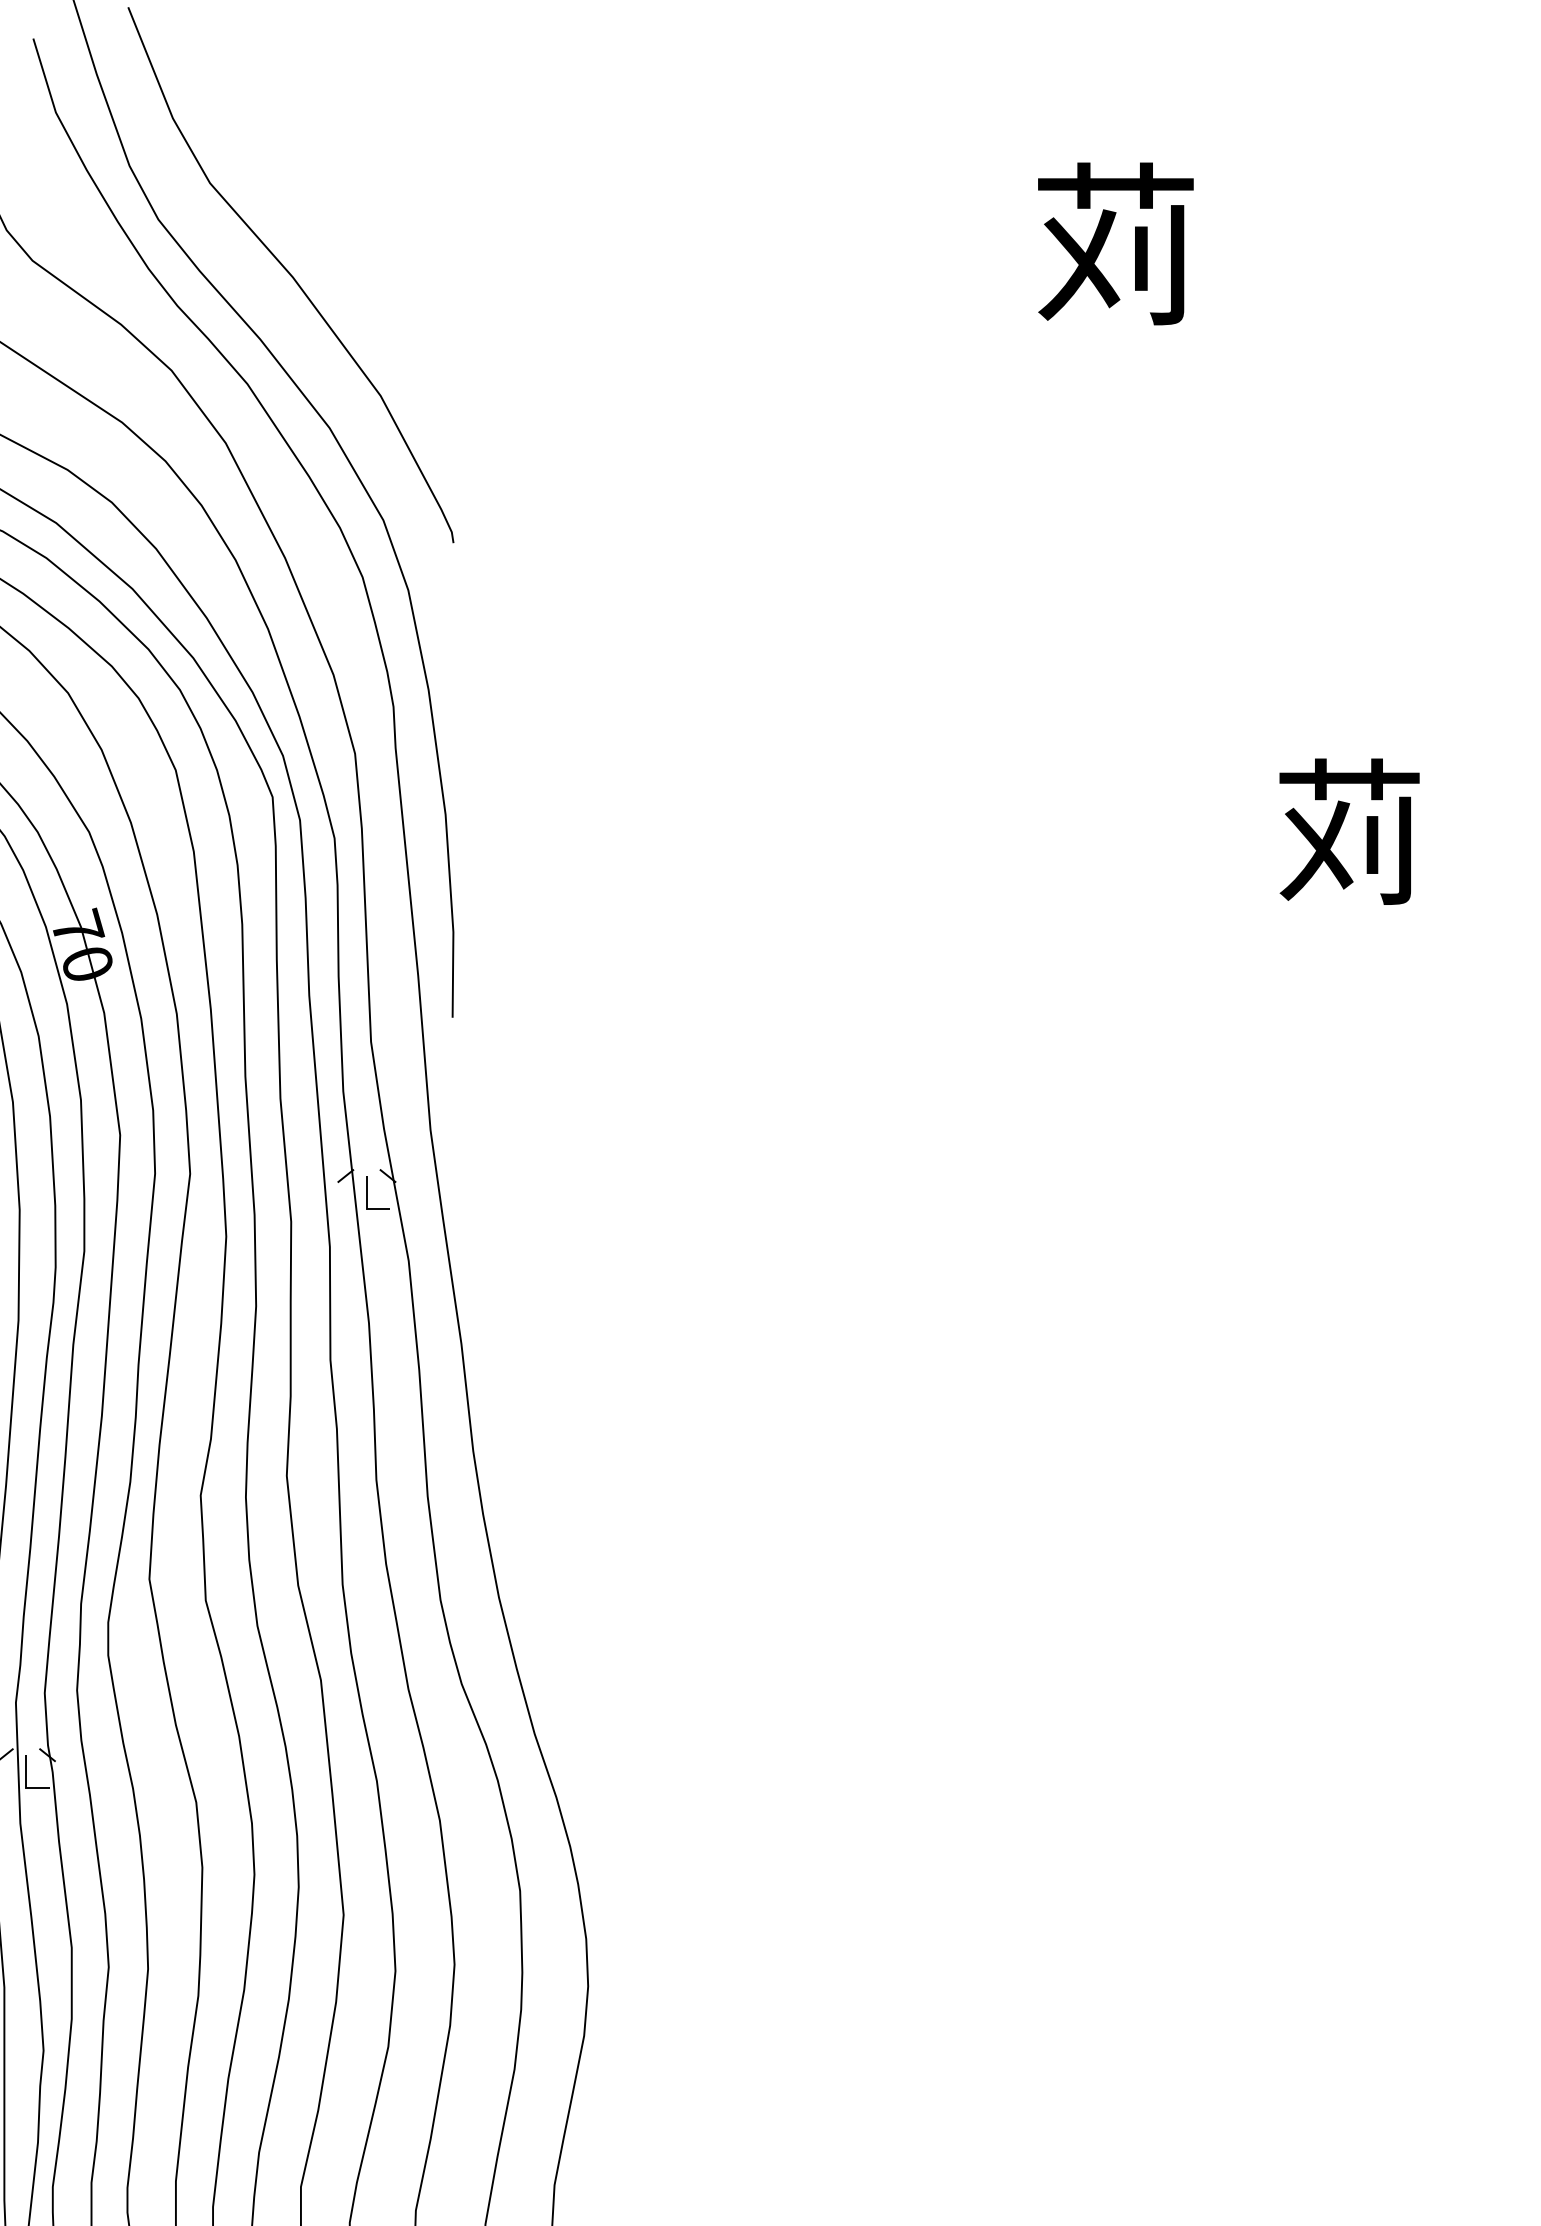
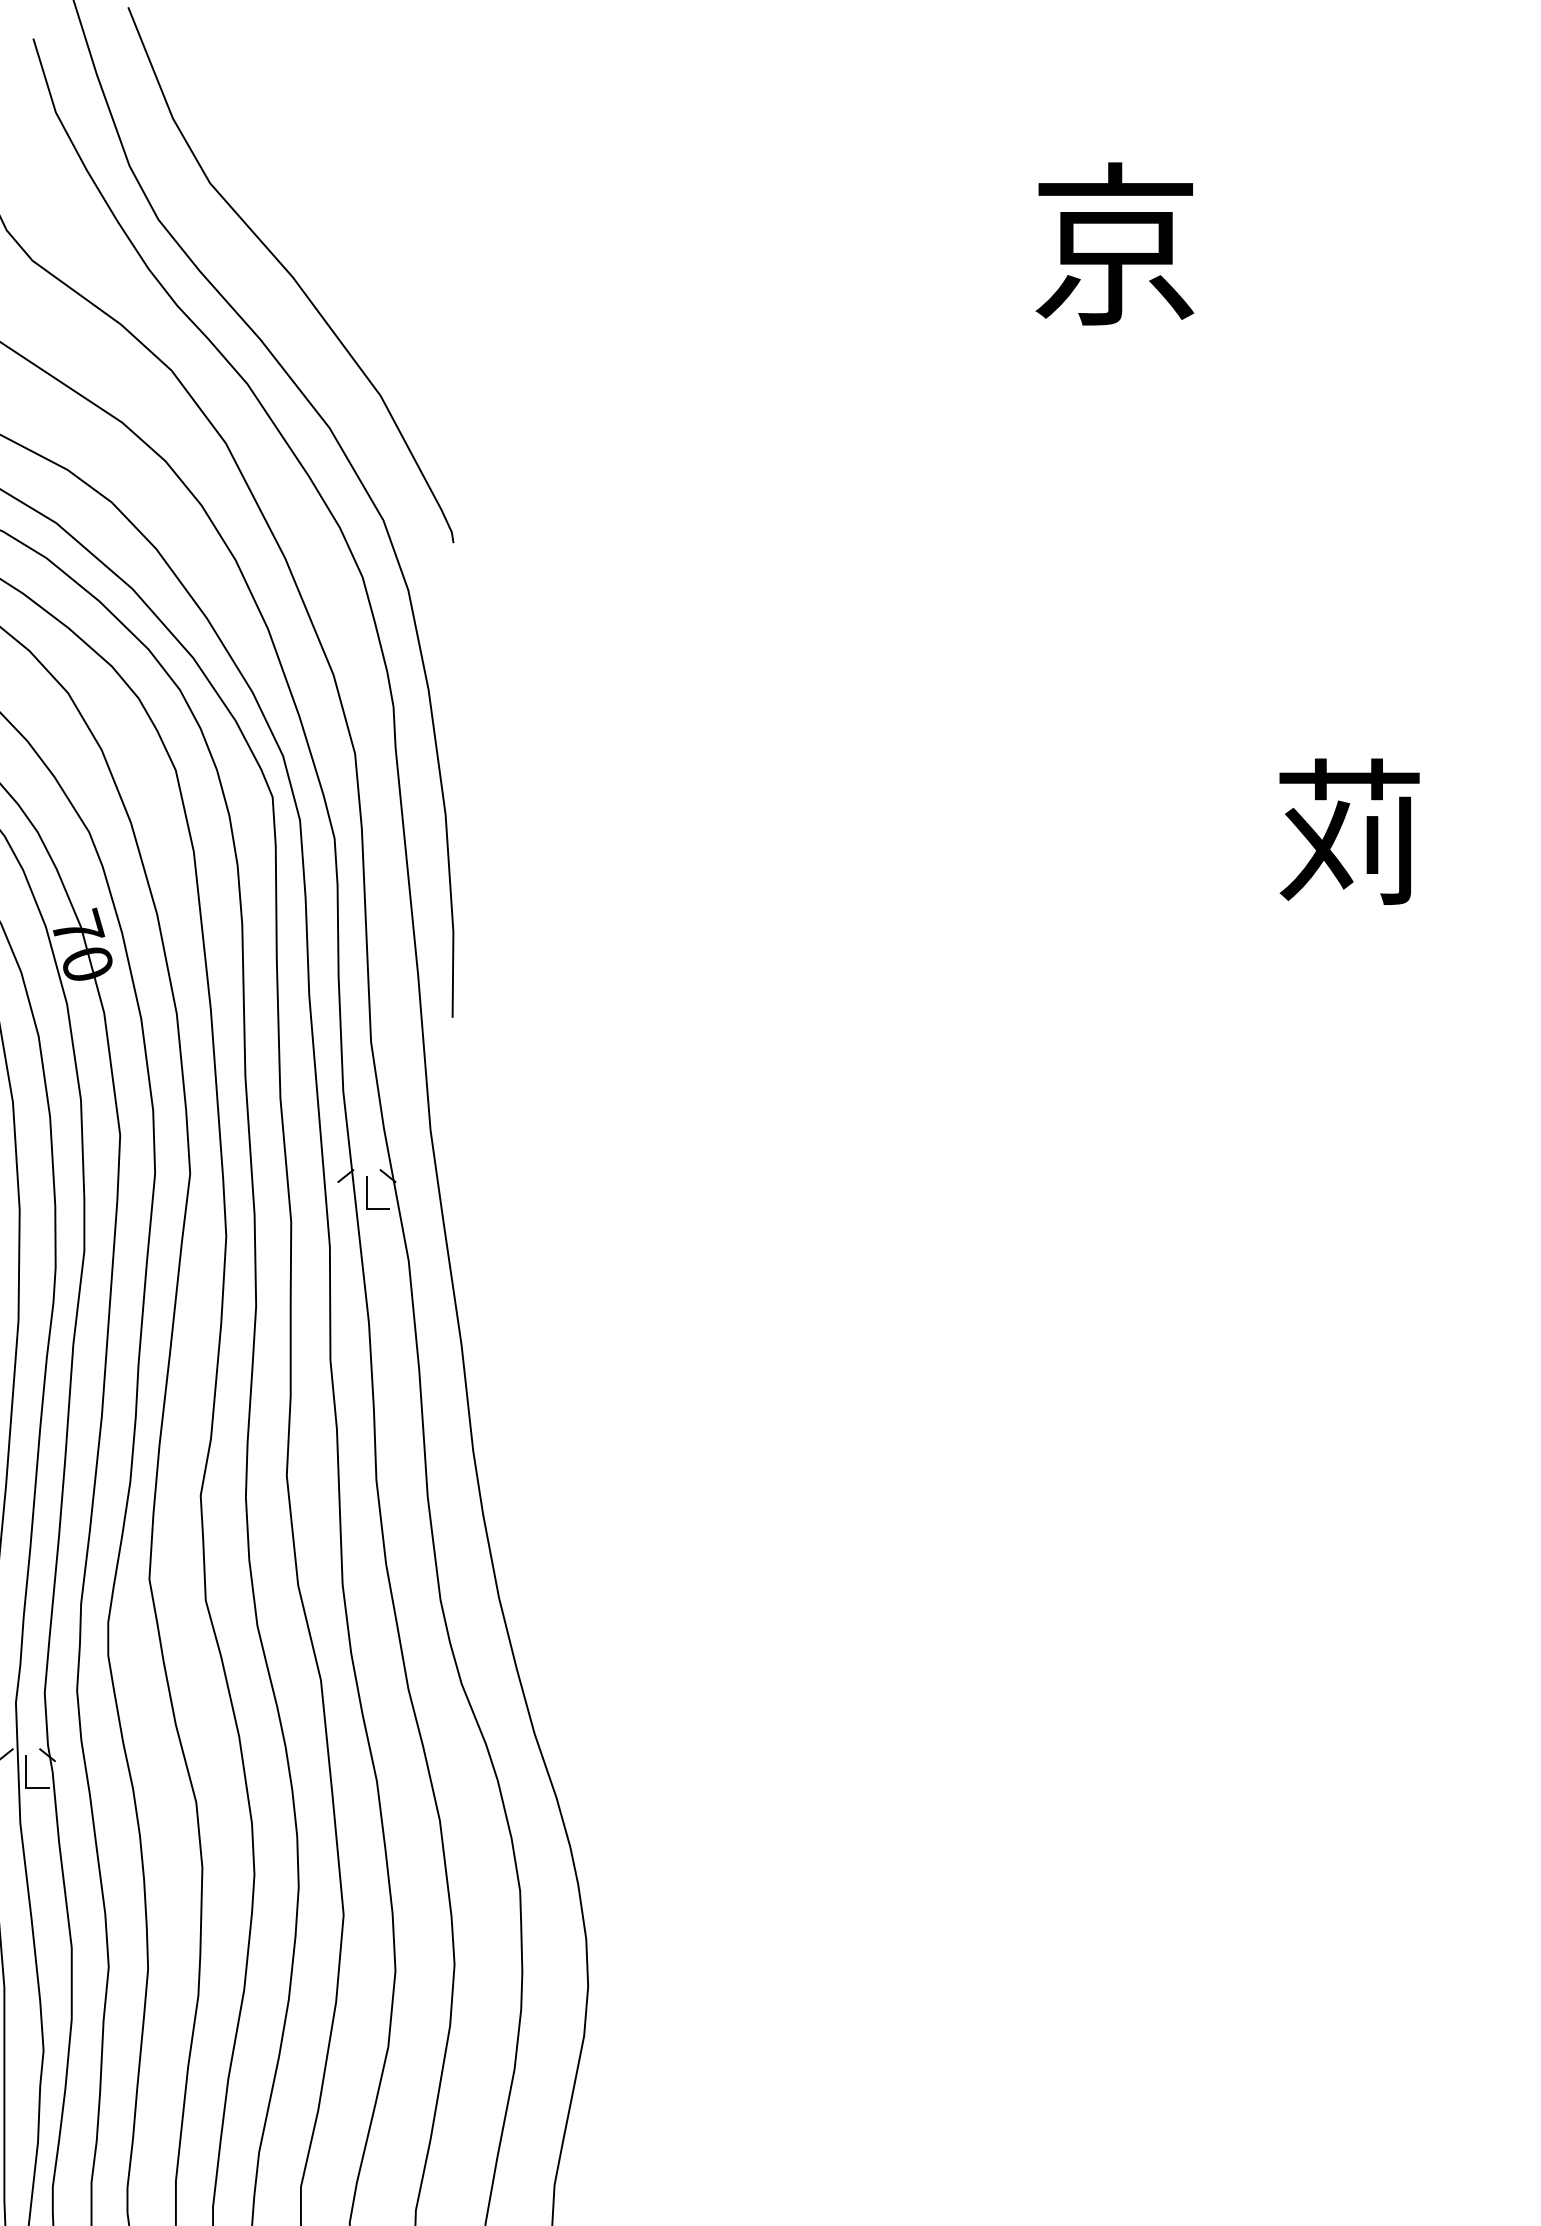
text at (1114, 243): 苅 -> 京
